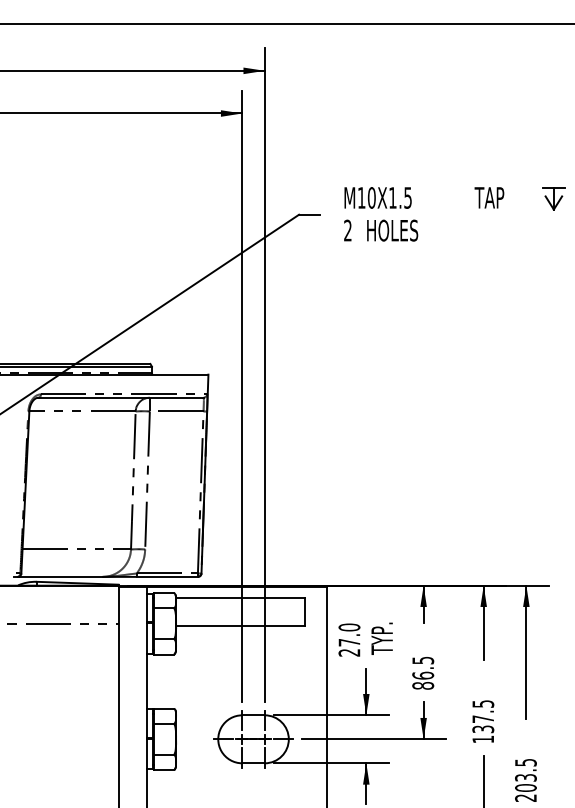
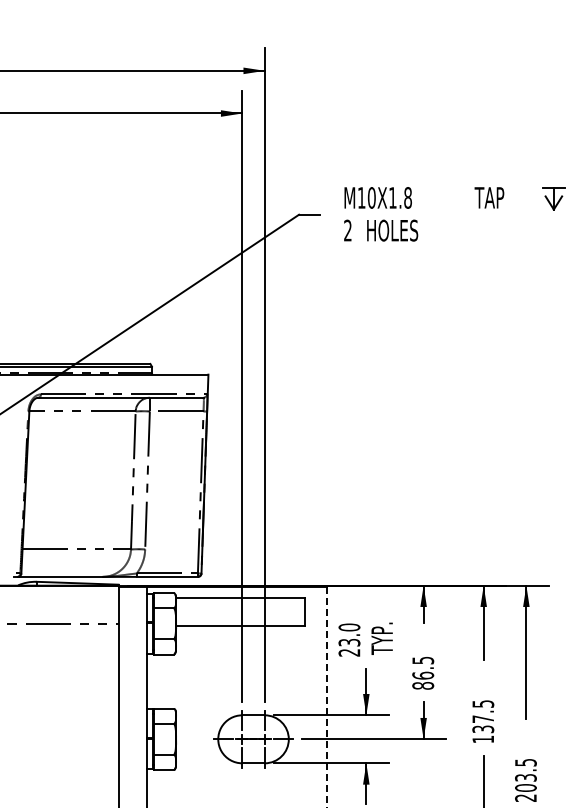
line at (286, 24): present -> none
text at (407, 197): M10X1.5 -> M10X1.8
text at (349, 642): 27.0 -> 23.0
line at (327, 697): solid -> dashed
